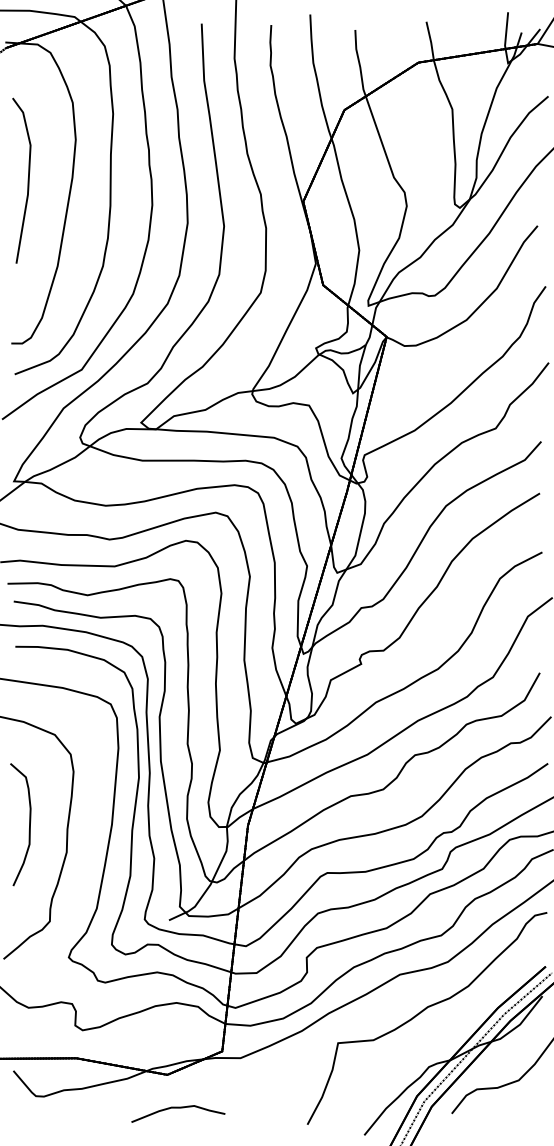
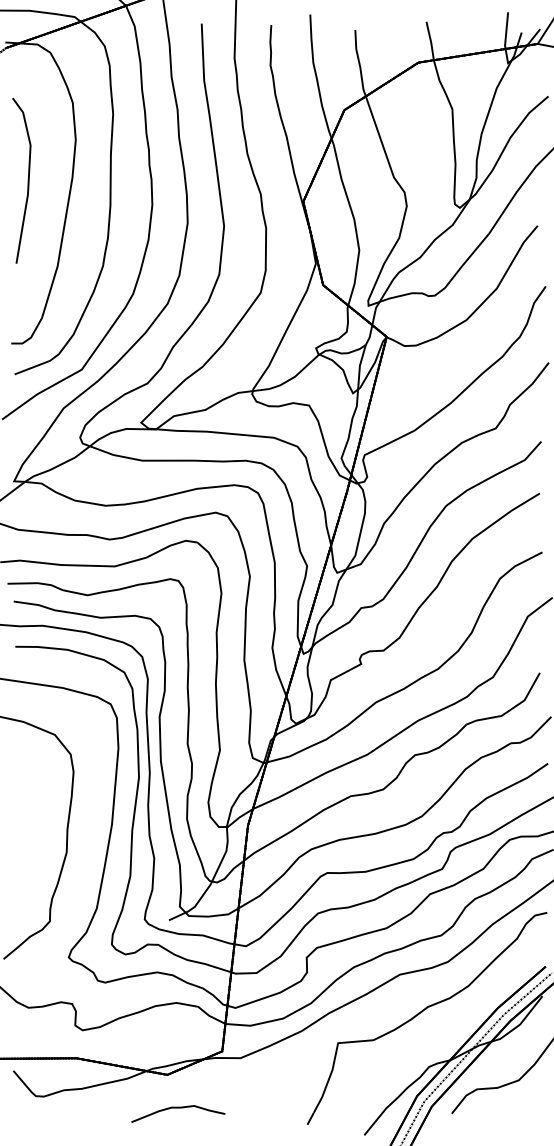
curve at (29, 824): present -> none
